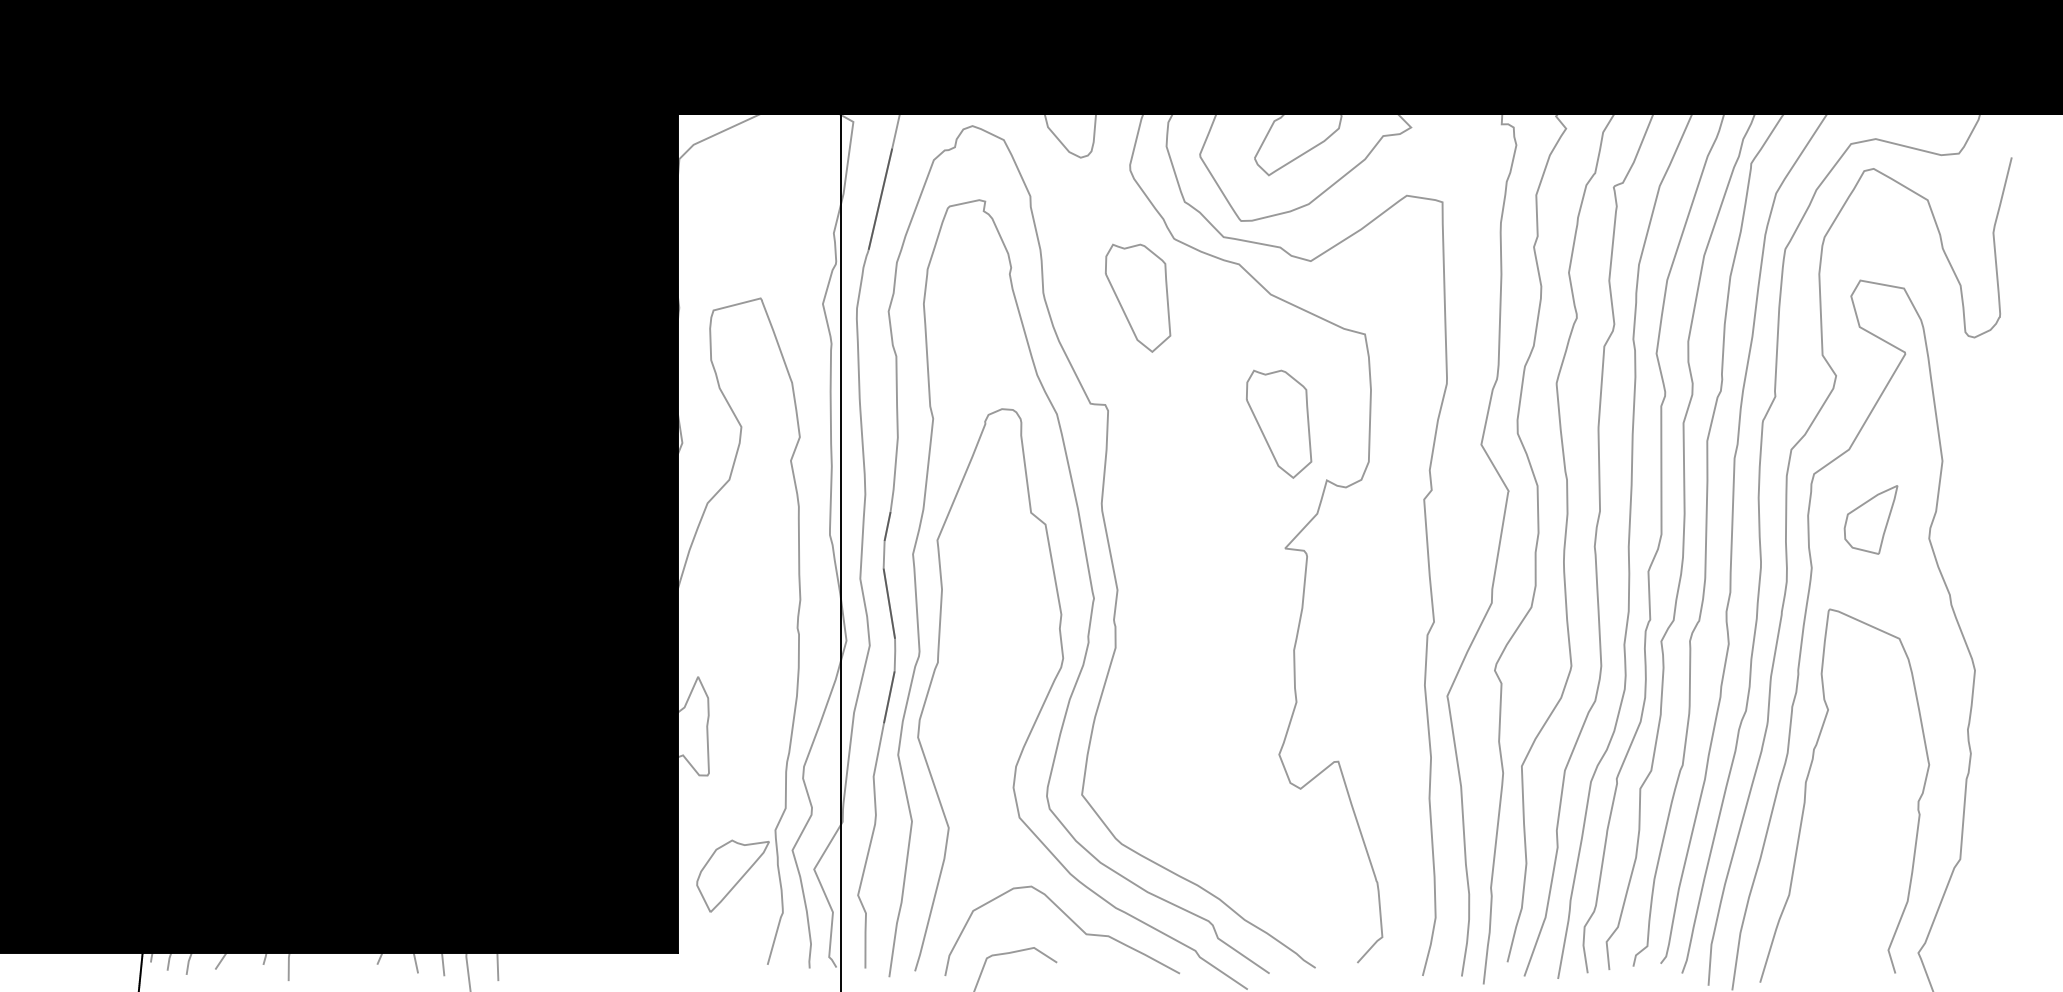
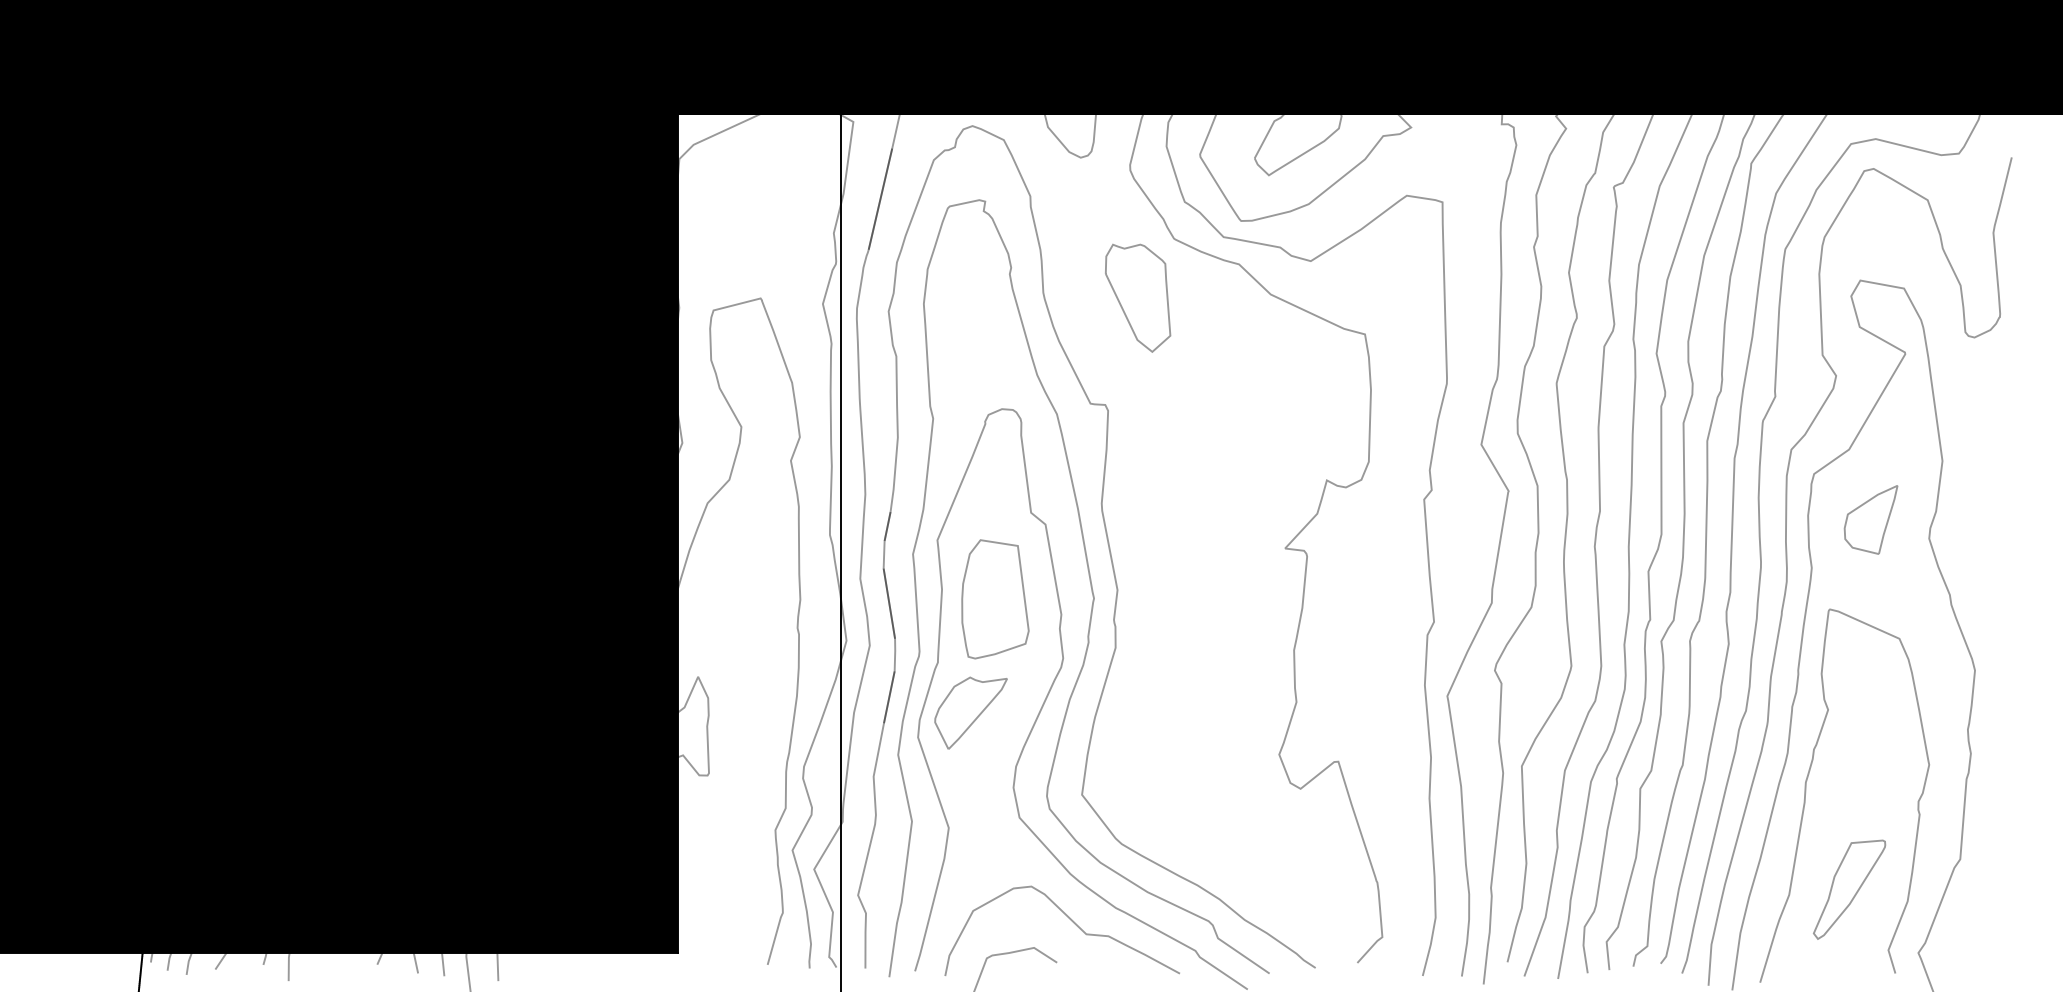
part at (1279, 424): present -> none
part at (995, 599): none -> present
part at (732, 875) position: (732, 875) -> (970, 712)
part at (1849, 889): none -> present
